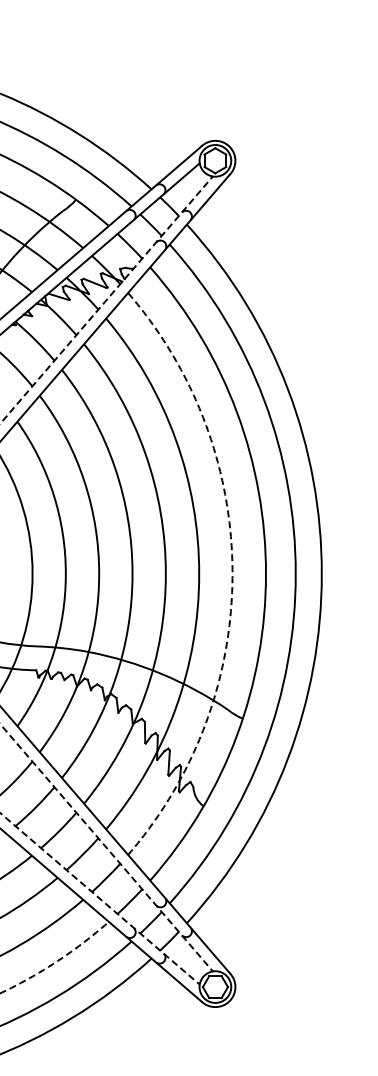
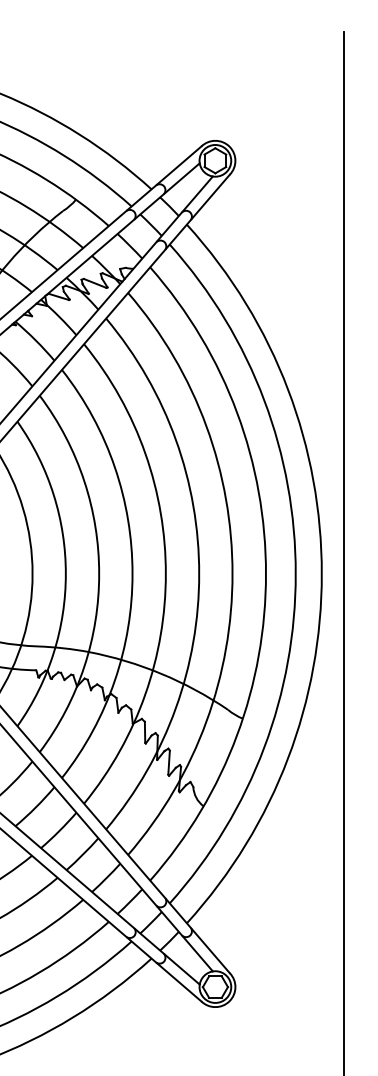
line at (106, 299): dashed -> solid
line at (344, 552): none -> present
arc at (232, 573): dashed -> solid
line at (106, 847): dashed -> solid
line at (100, 899): dashed -> solid
arc at (56, 961): dashed -> solid
